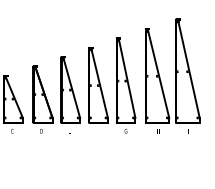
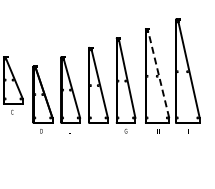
line at (158, 74): solid -> dashed
part at (13, 104) position: (13, 104) -> (13, 85)
